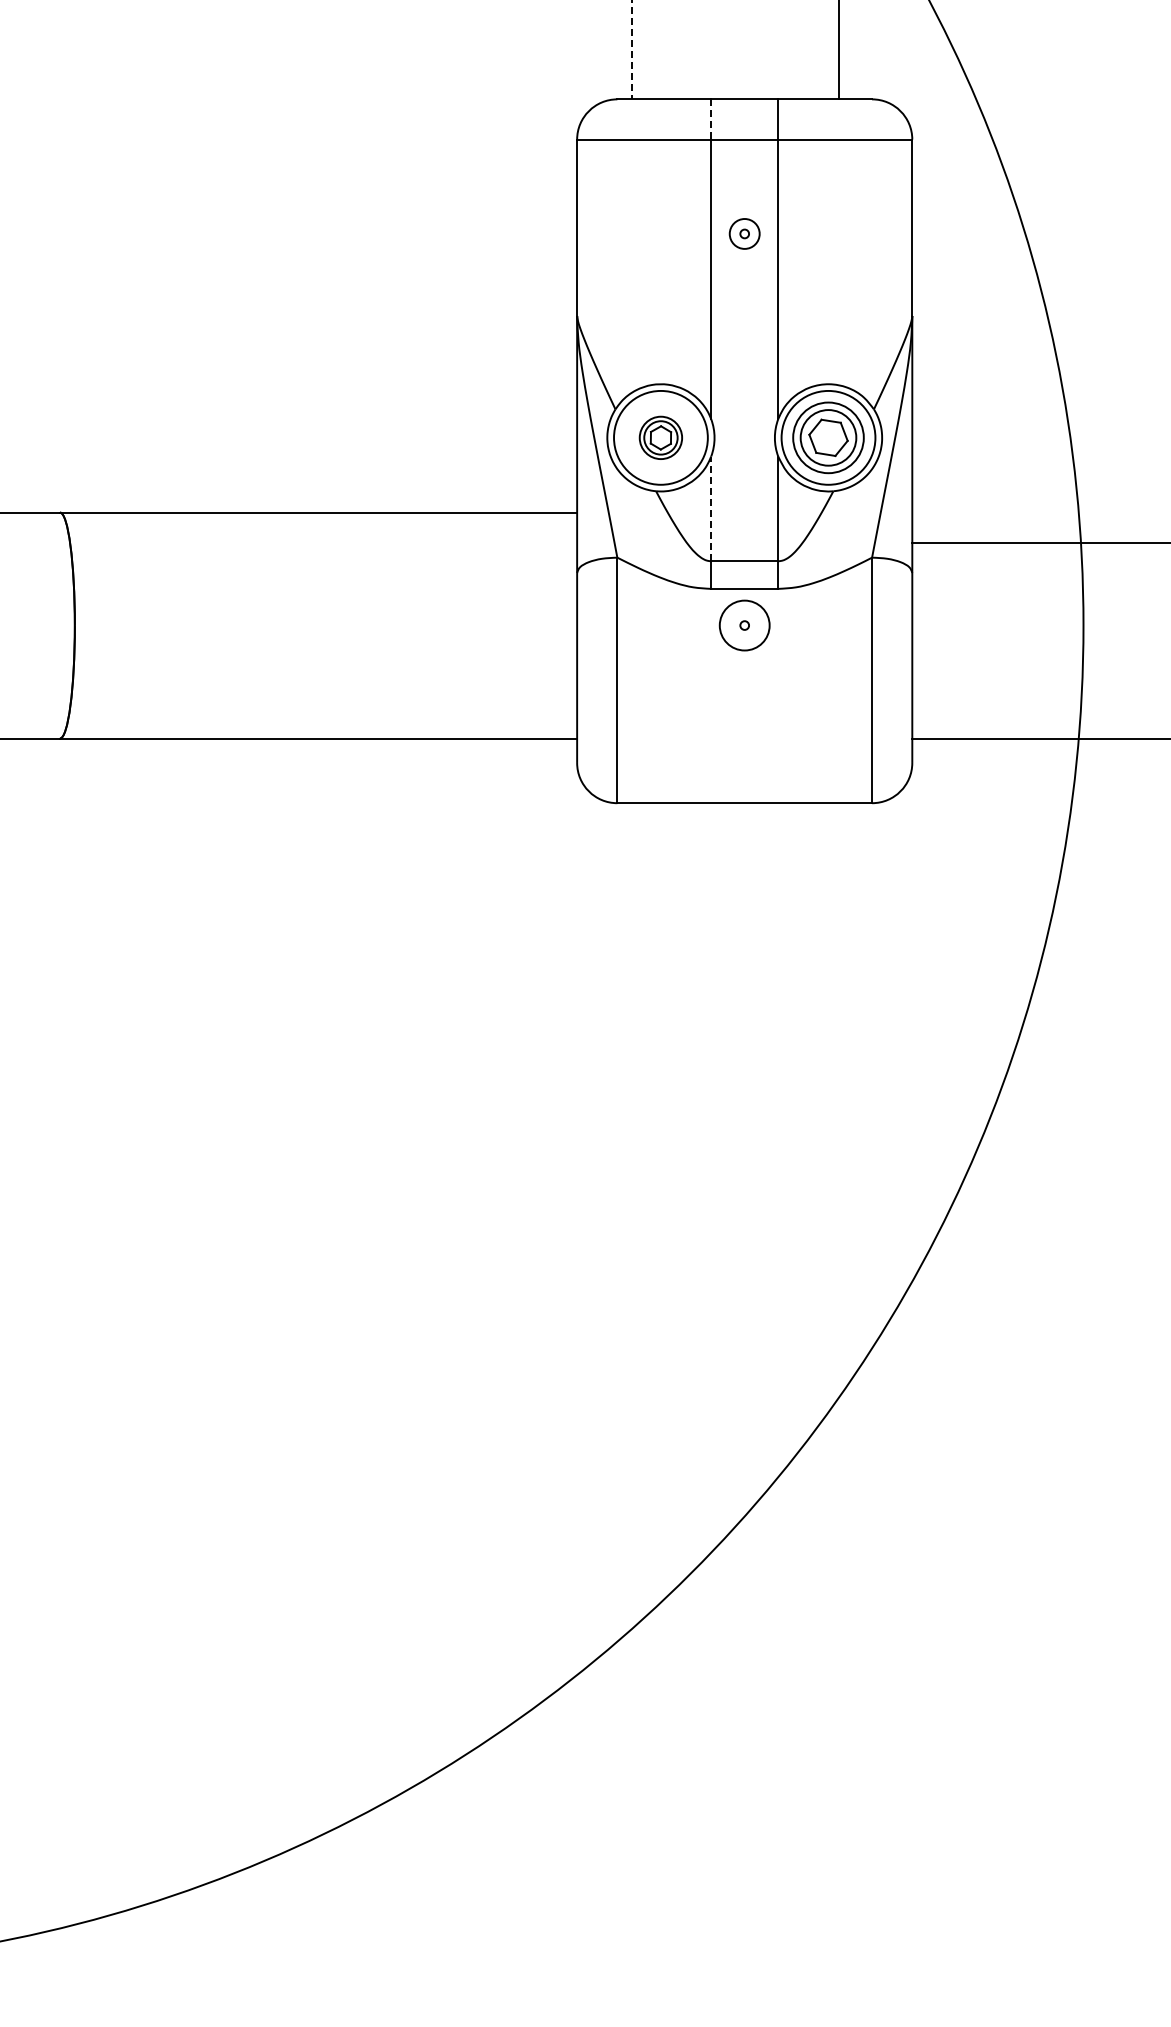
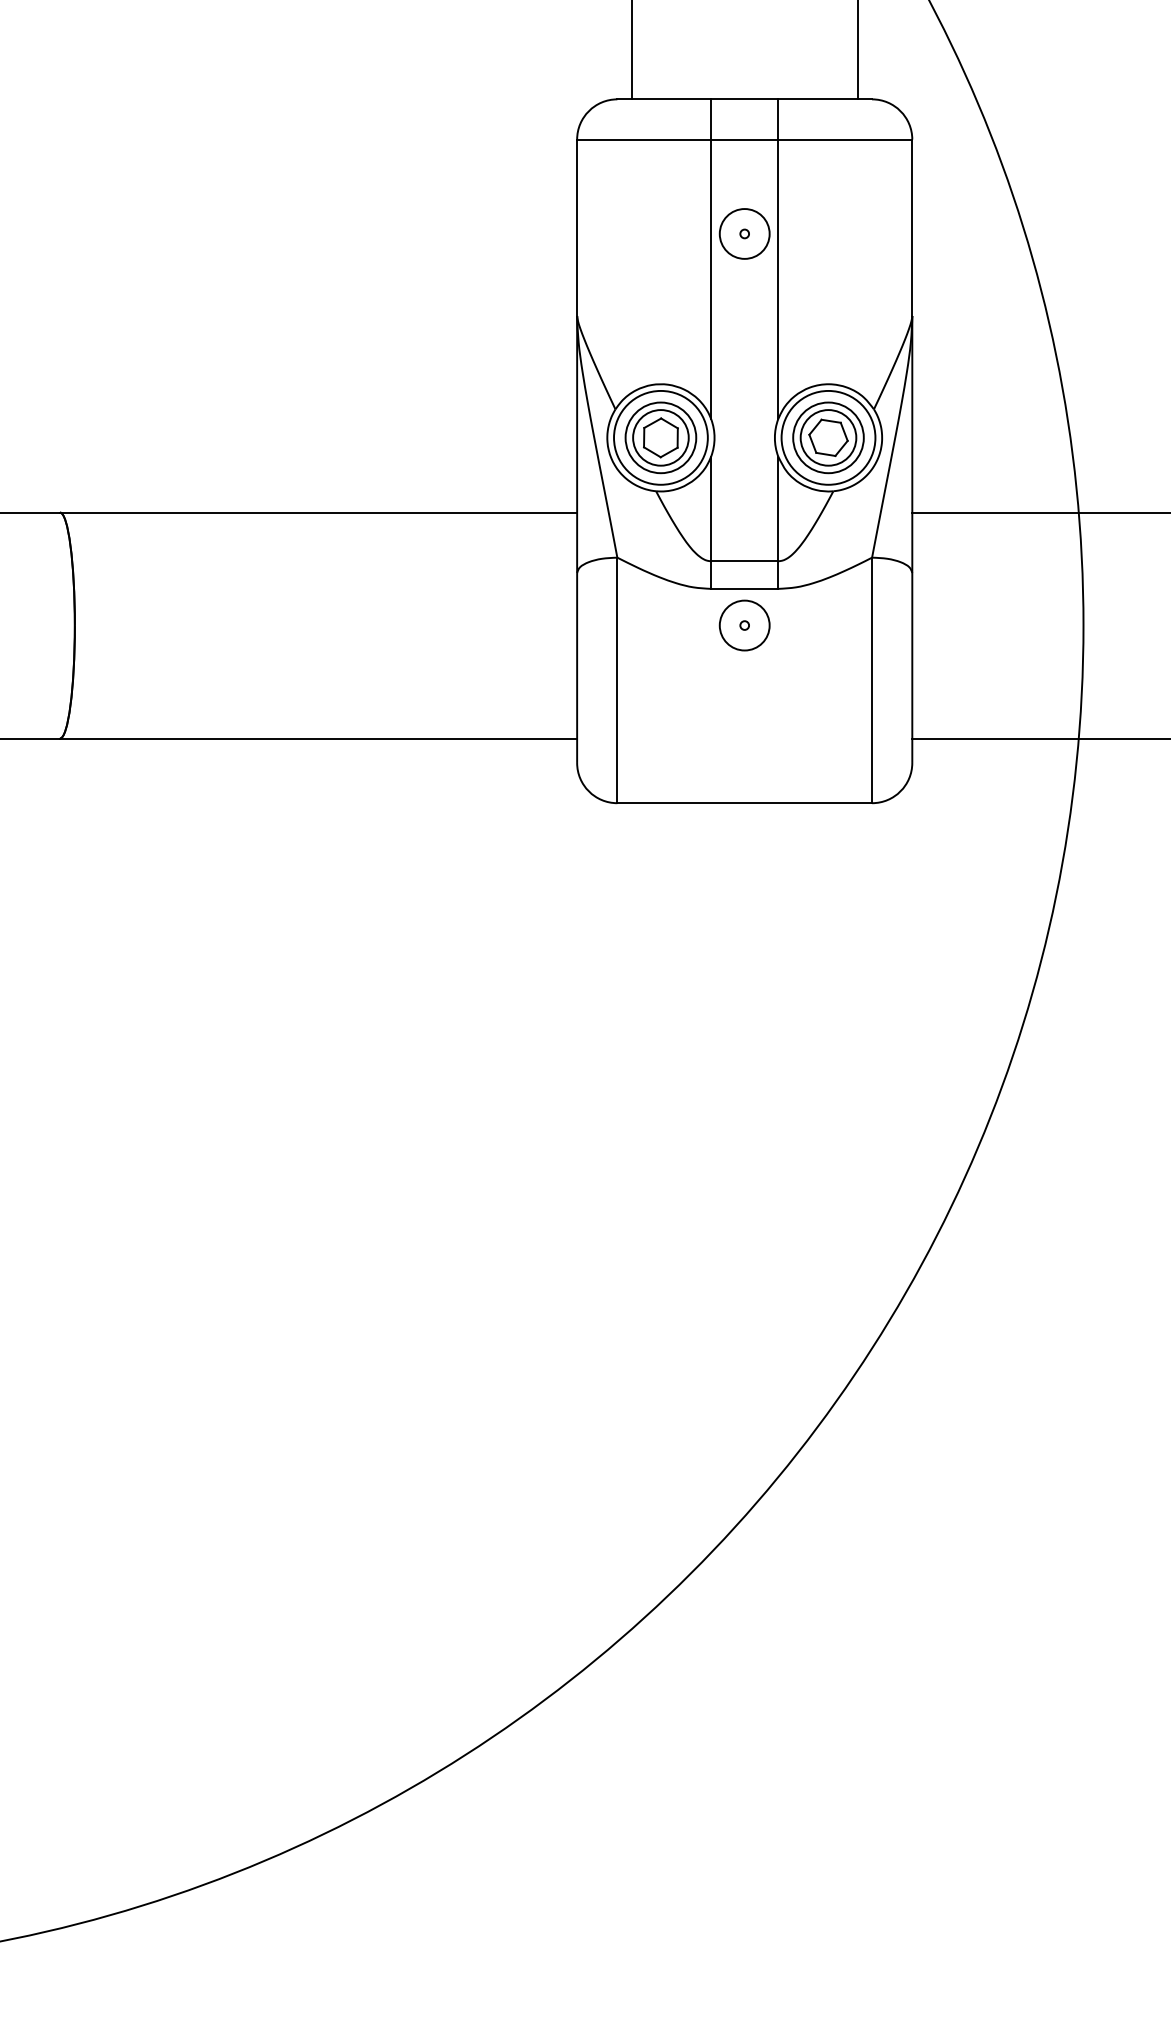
line at (631, 50): dashed -> solid
line at (838, 50) position: (838, 50) -> (857, 50)
line at (711, 119): dashed -> solid
circle at (744, 233) diameter: 30 px -> 50 px
part at (660, 437) size: 45x45 px -> 74x74 px
line at (711, 508): dashed -> solid
line at (1039, 542) position: (1039, 542) -> (1039, 512)
